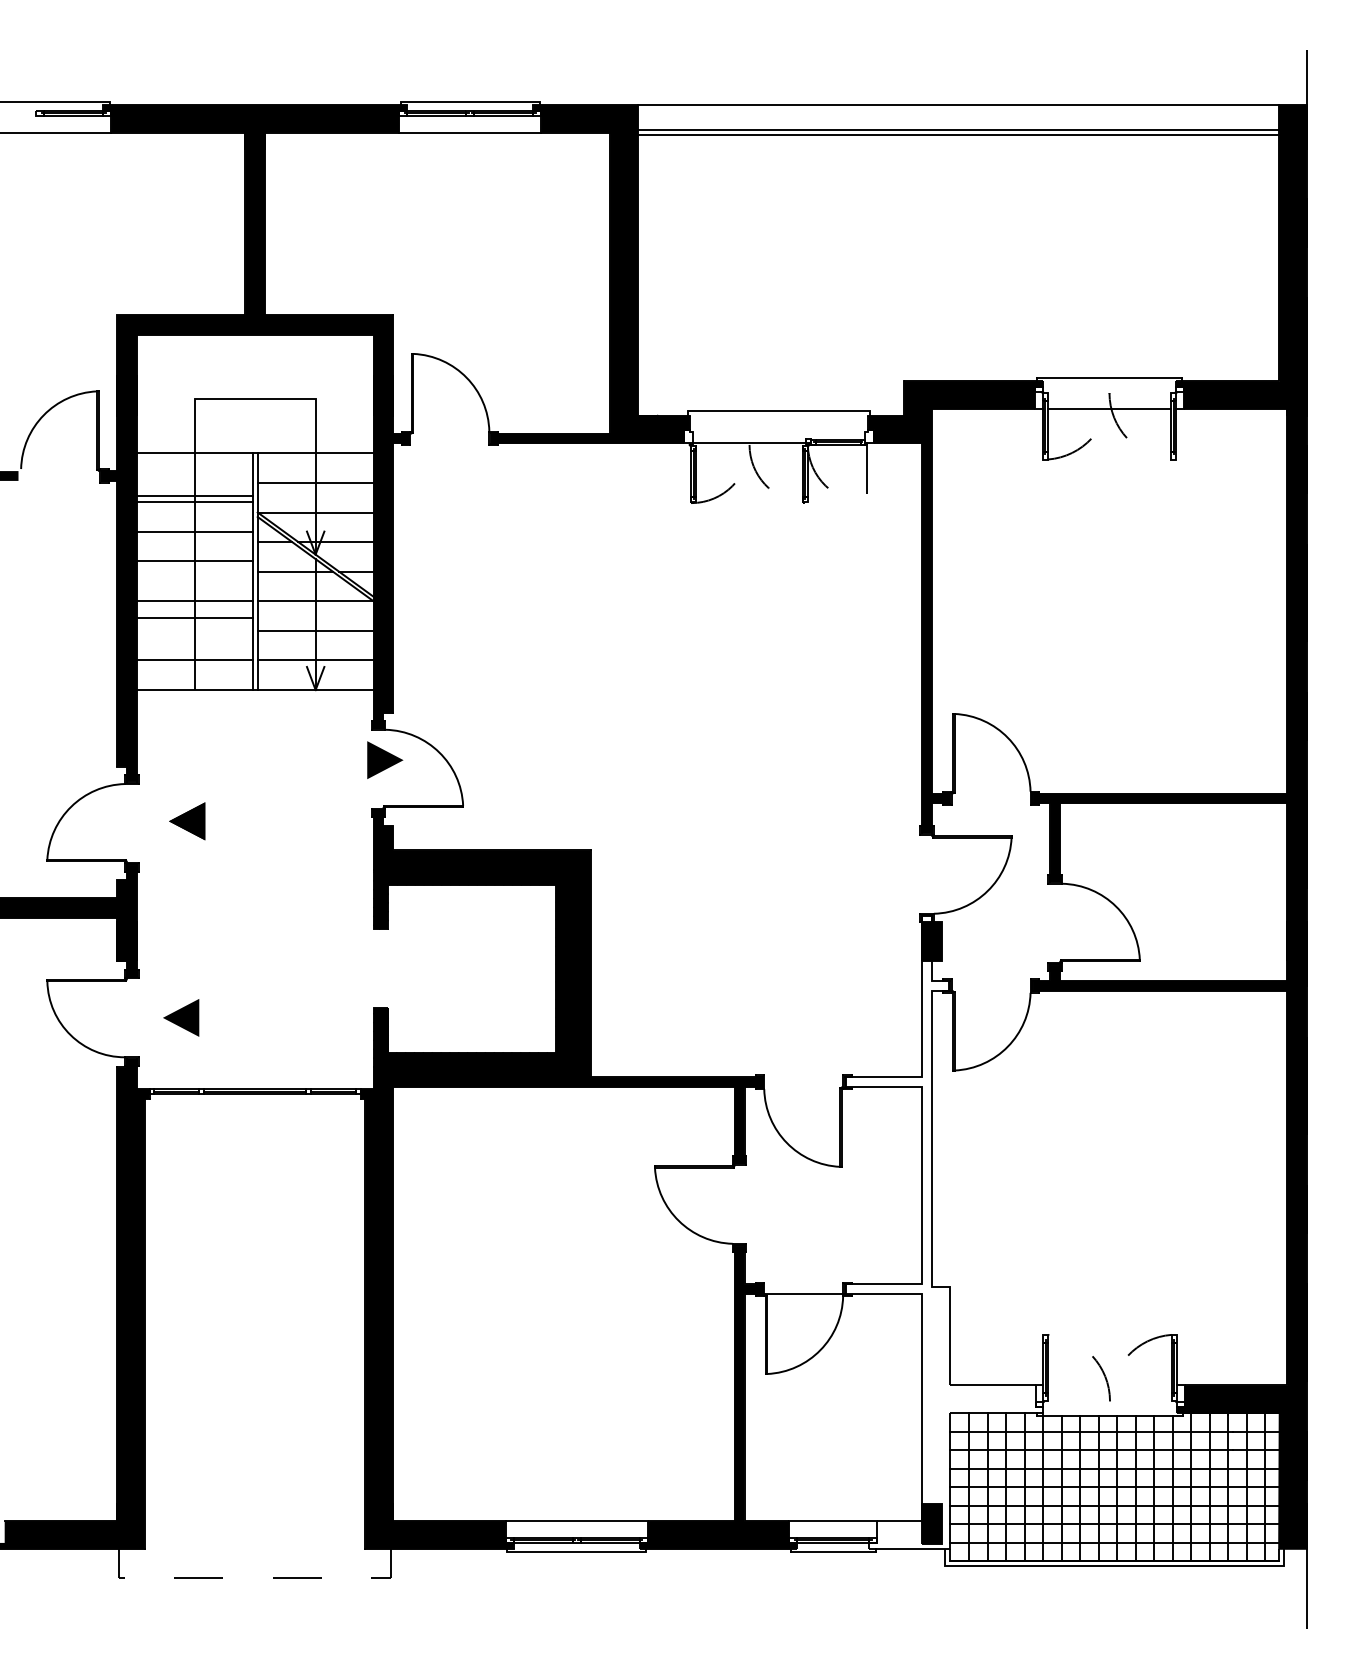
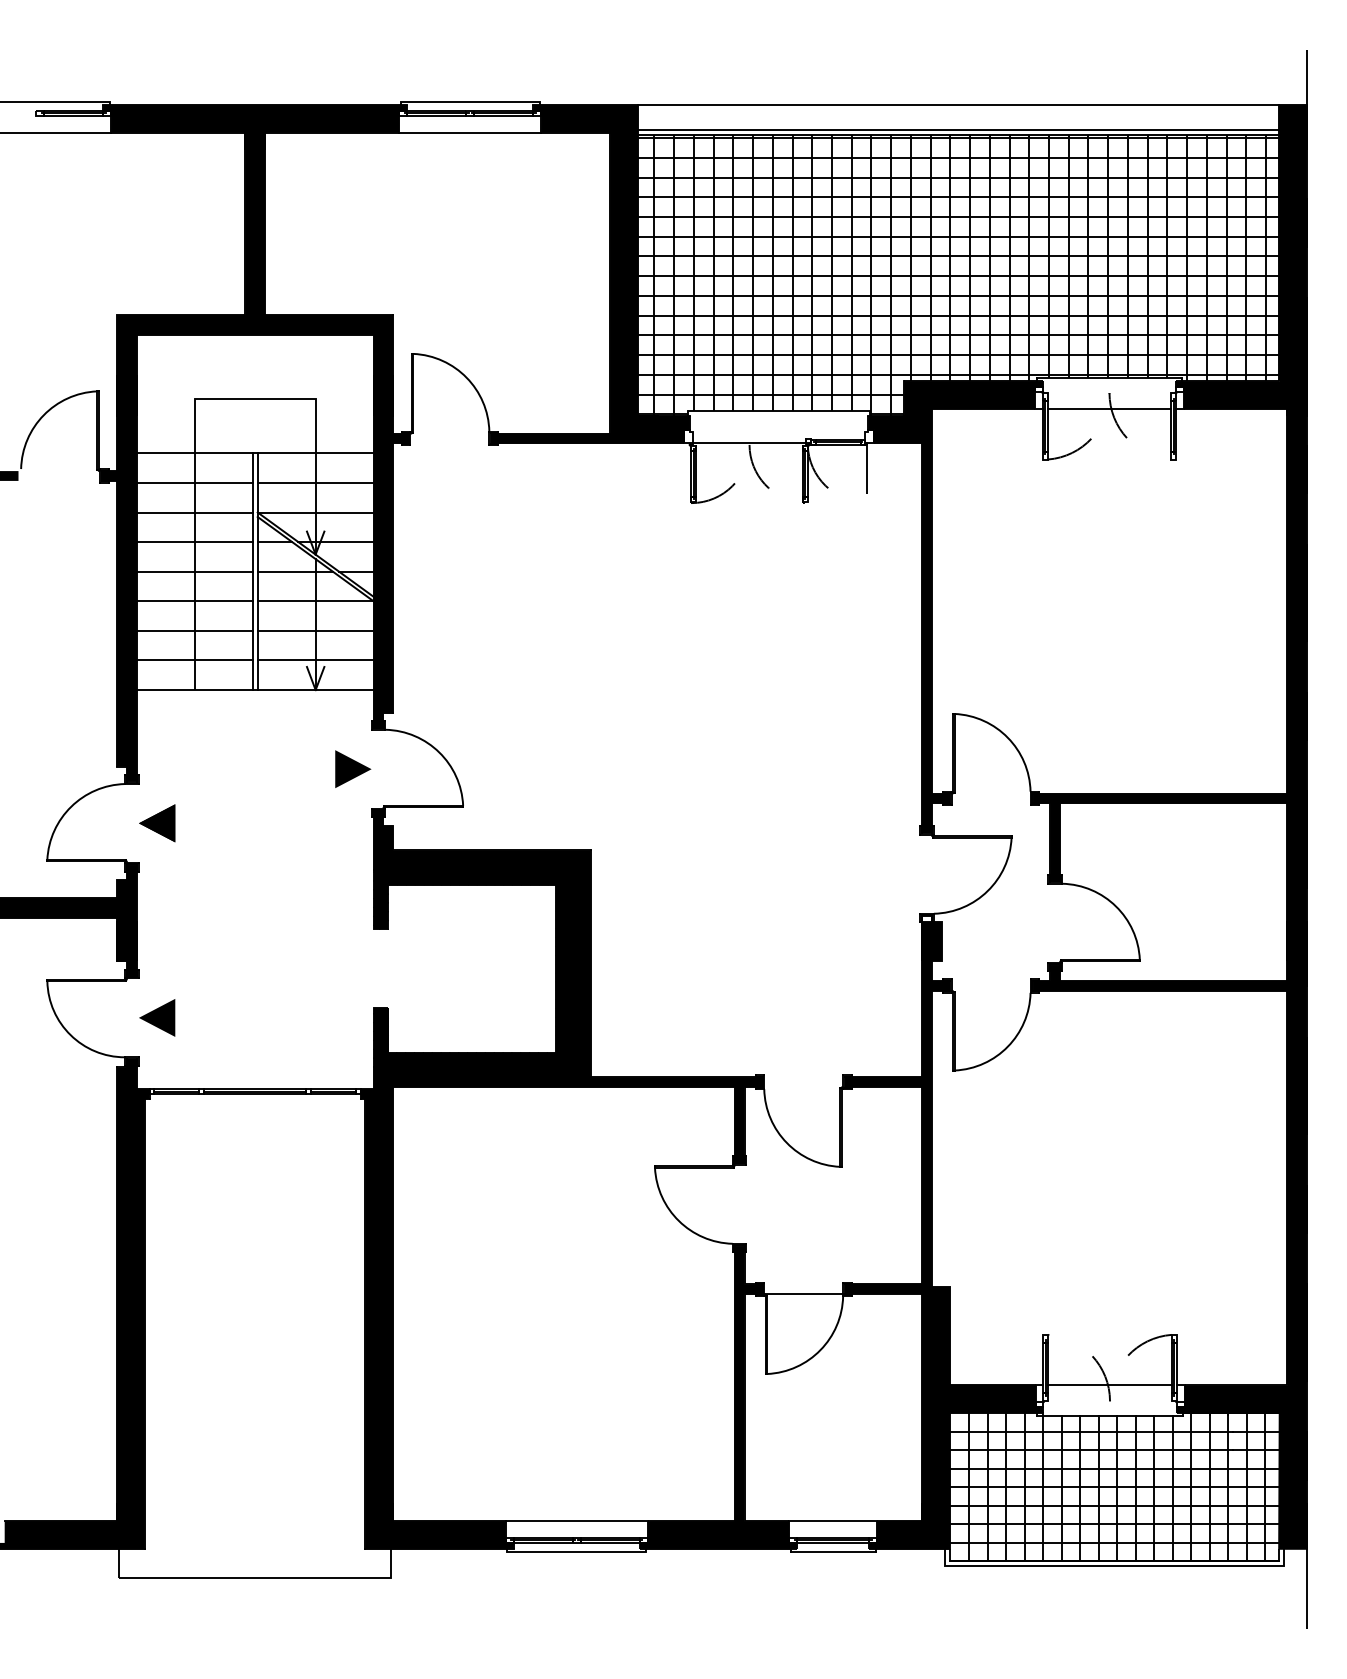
hatch at (958, 274): none -> present
line at (194, 495) position: (194, 495) -> (194, 482)
line at (194, 501) position: (194, 501) -> (194, 512)
line at (194, 532) position: (194, 532) -> (194, 542)
line at (194, 560) position: (194, 560) -> (194, 571)
line at (194, 617) position: (194, 617) -> (194, 630)
line at (385, 759) position: (385, 759) -> (353, 768)
part at (187, 821) position: (187, 821) -> (157, 823)
line at (181, 1017) position: (181, 1017) -> (157, 1017)
fill at (944, 1254): none -> present
line at (1109, 1385): none -> present
line at (270, 1578): dashed -> solid
